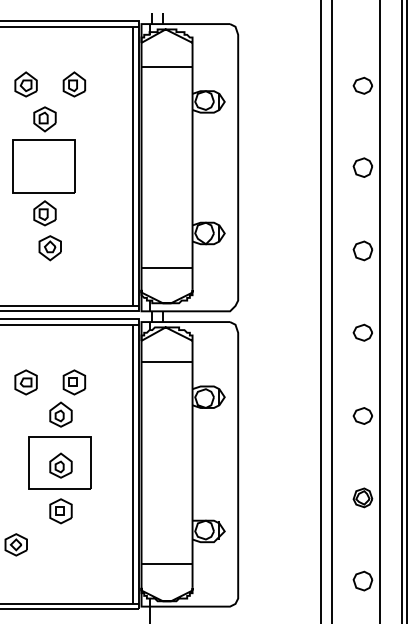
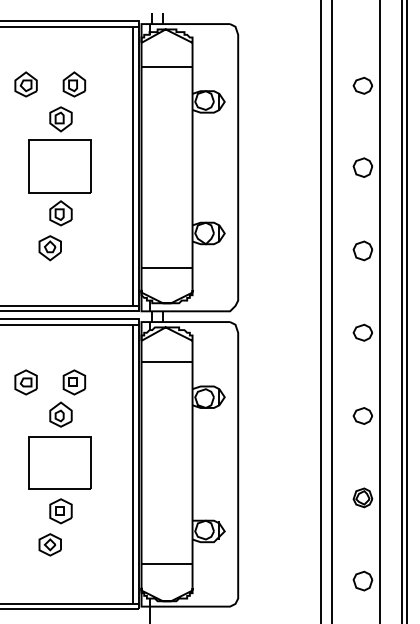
part at (43, 166) position: (43, 166) -> (59, 166)
part at (60, 465): present -> none
part at (15, 544) position: (15, 544) -> (49, 544)
